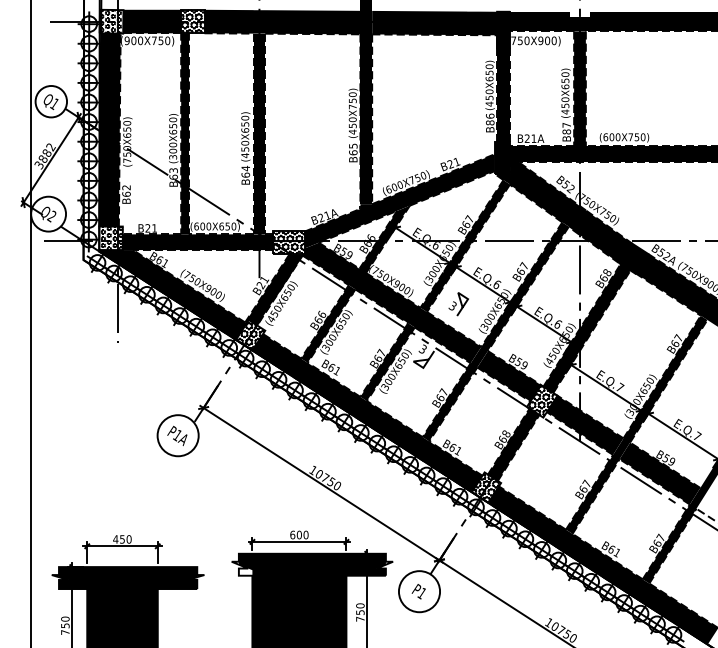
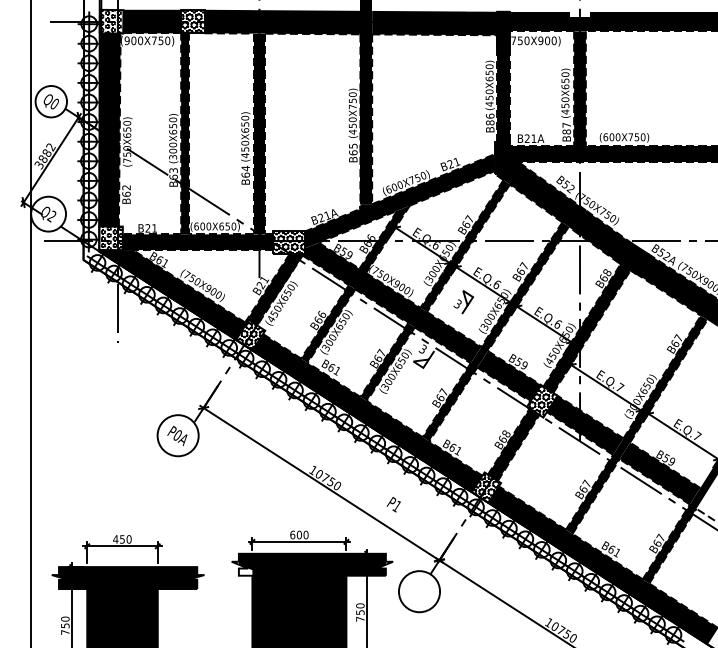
text at (54, 104): Q1 -> Q0
part at (458, 304) position: (458, 304) -> (463, 302)
text at (177, 435): P1A -> P0A
text at (418, 591) position: (418, 591) -> (393, 504)
